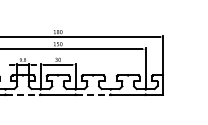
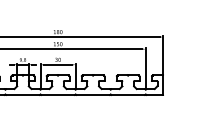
line at (23, 95): dashed -> solid
line at (93, 95): dashed -> solid
